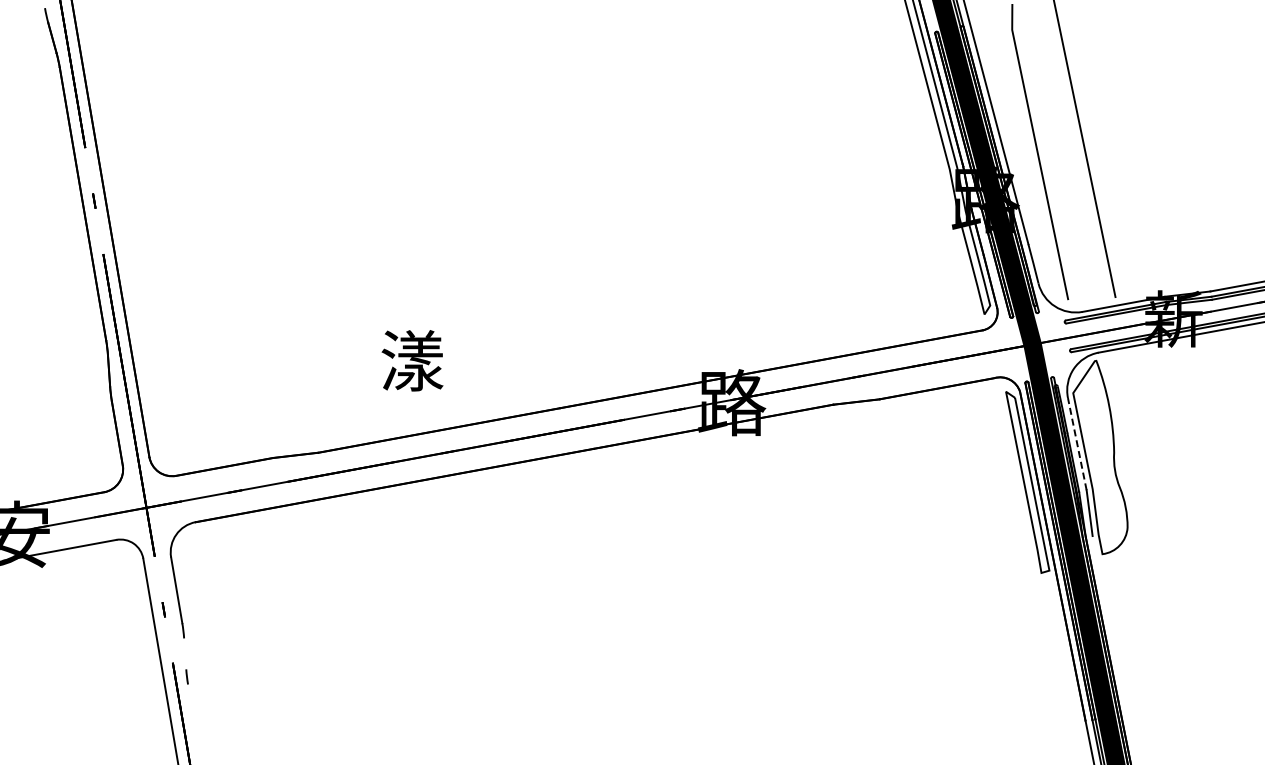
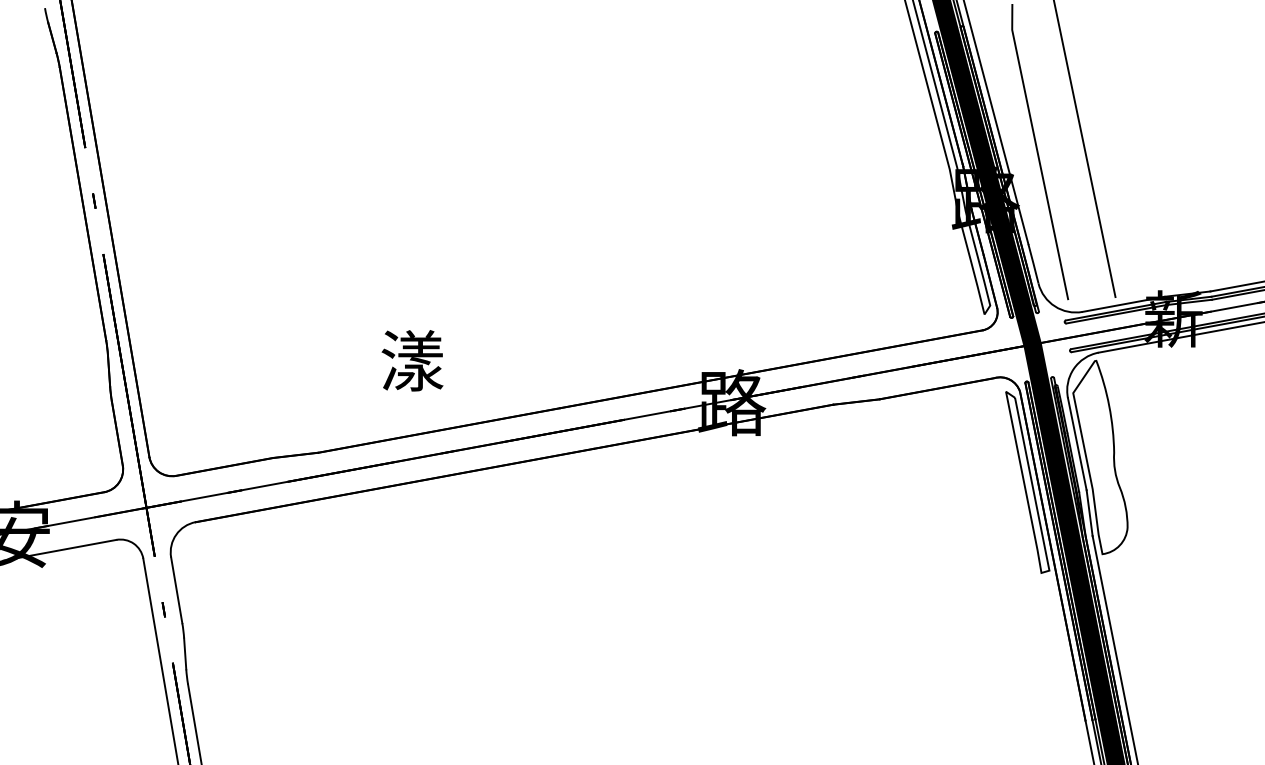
line at (1077, 443): dashed -> solid
line at (1114, 648): none -> present
line at (185, 653): none -> present
line at (194, 722): none -> present
